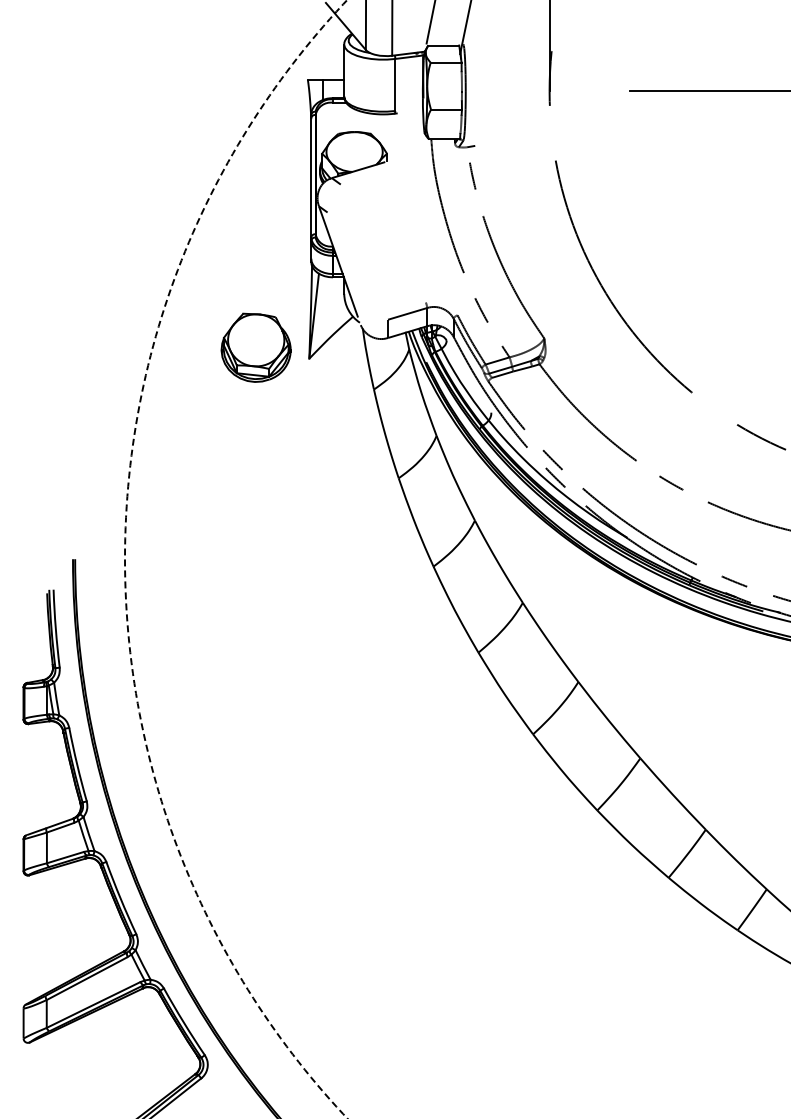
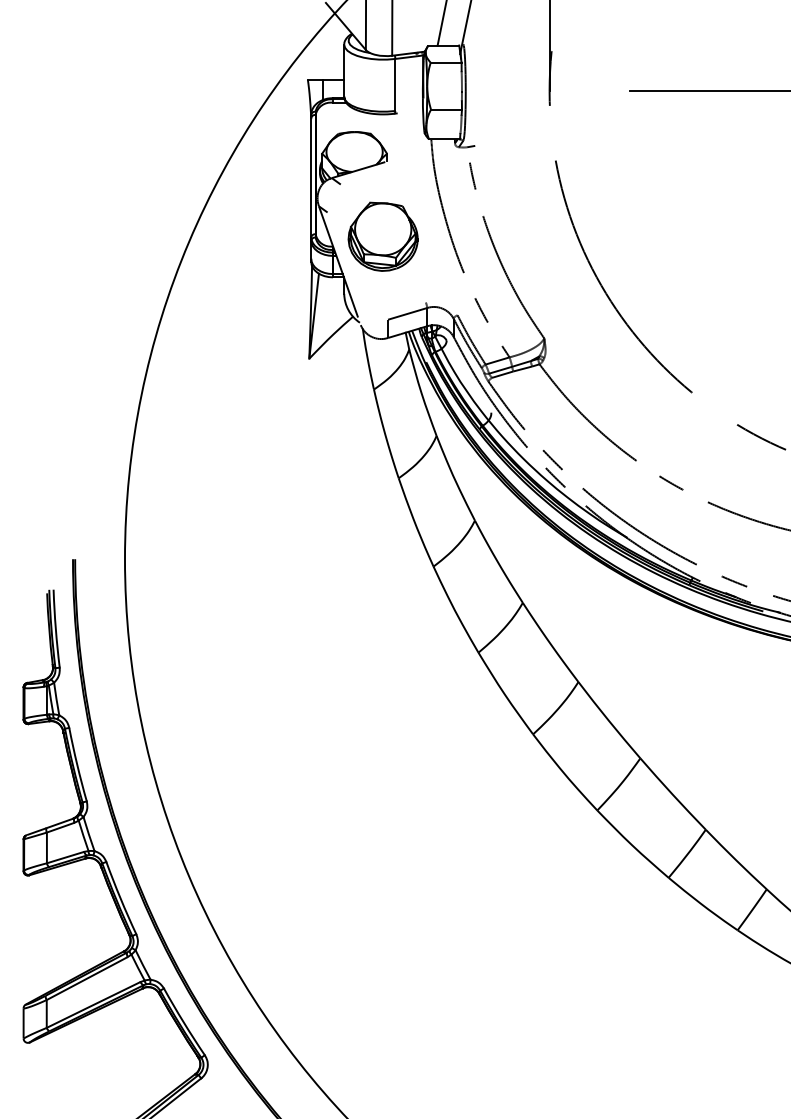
line at (430, 22) position: (430, 22) -> (441, 23)
part at (255, 347) position: (255, 347) -> (382, 236)
circle at (236, 559): dashed -> solid
